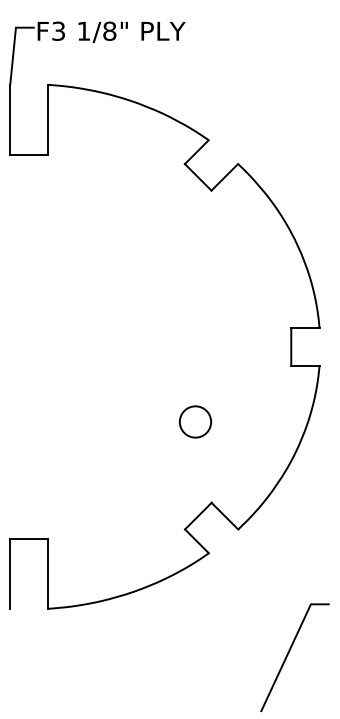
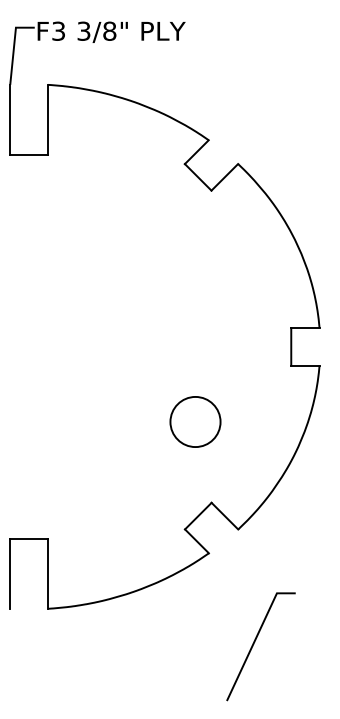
text at (83, 30): 1/8" -> 3/8"
circle at (195, 421) diameter: 31 px -> 50 px
line at (288, 655) position: (288, 655) -> (254, 644)
